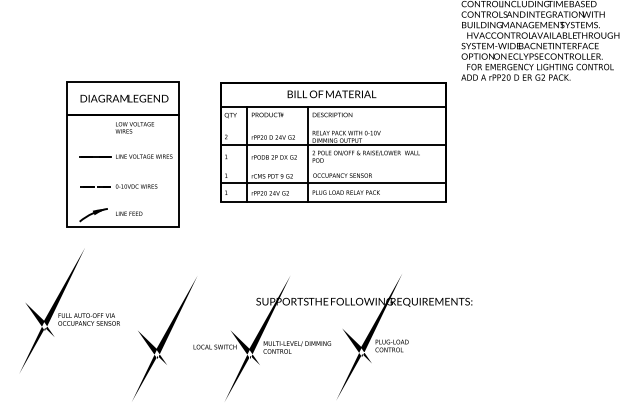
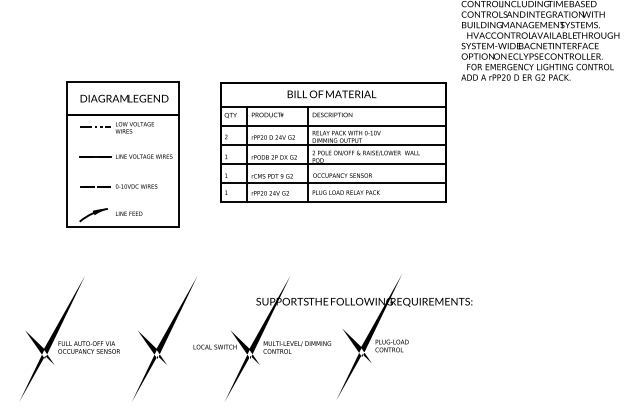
line at (94, 126): none -> present
line at (332, 126): none -> present
line at (332, 164): none -> present
text at (69, 310) position: (69, 310) -> (69, 338)
